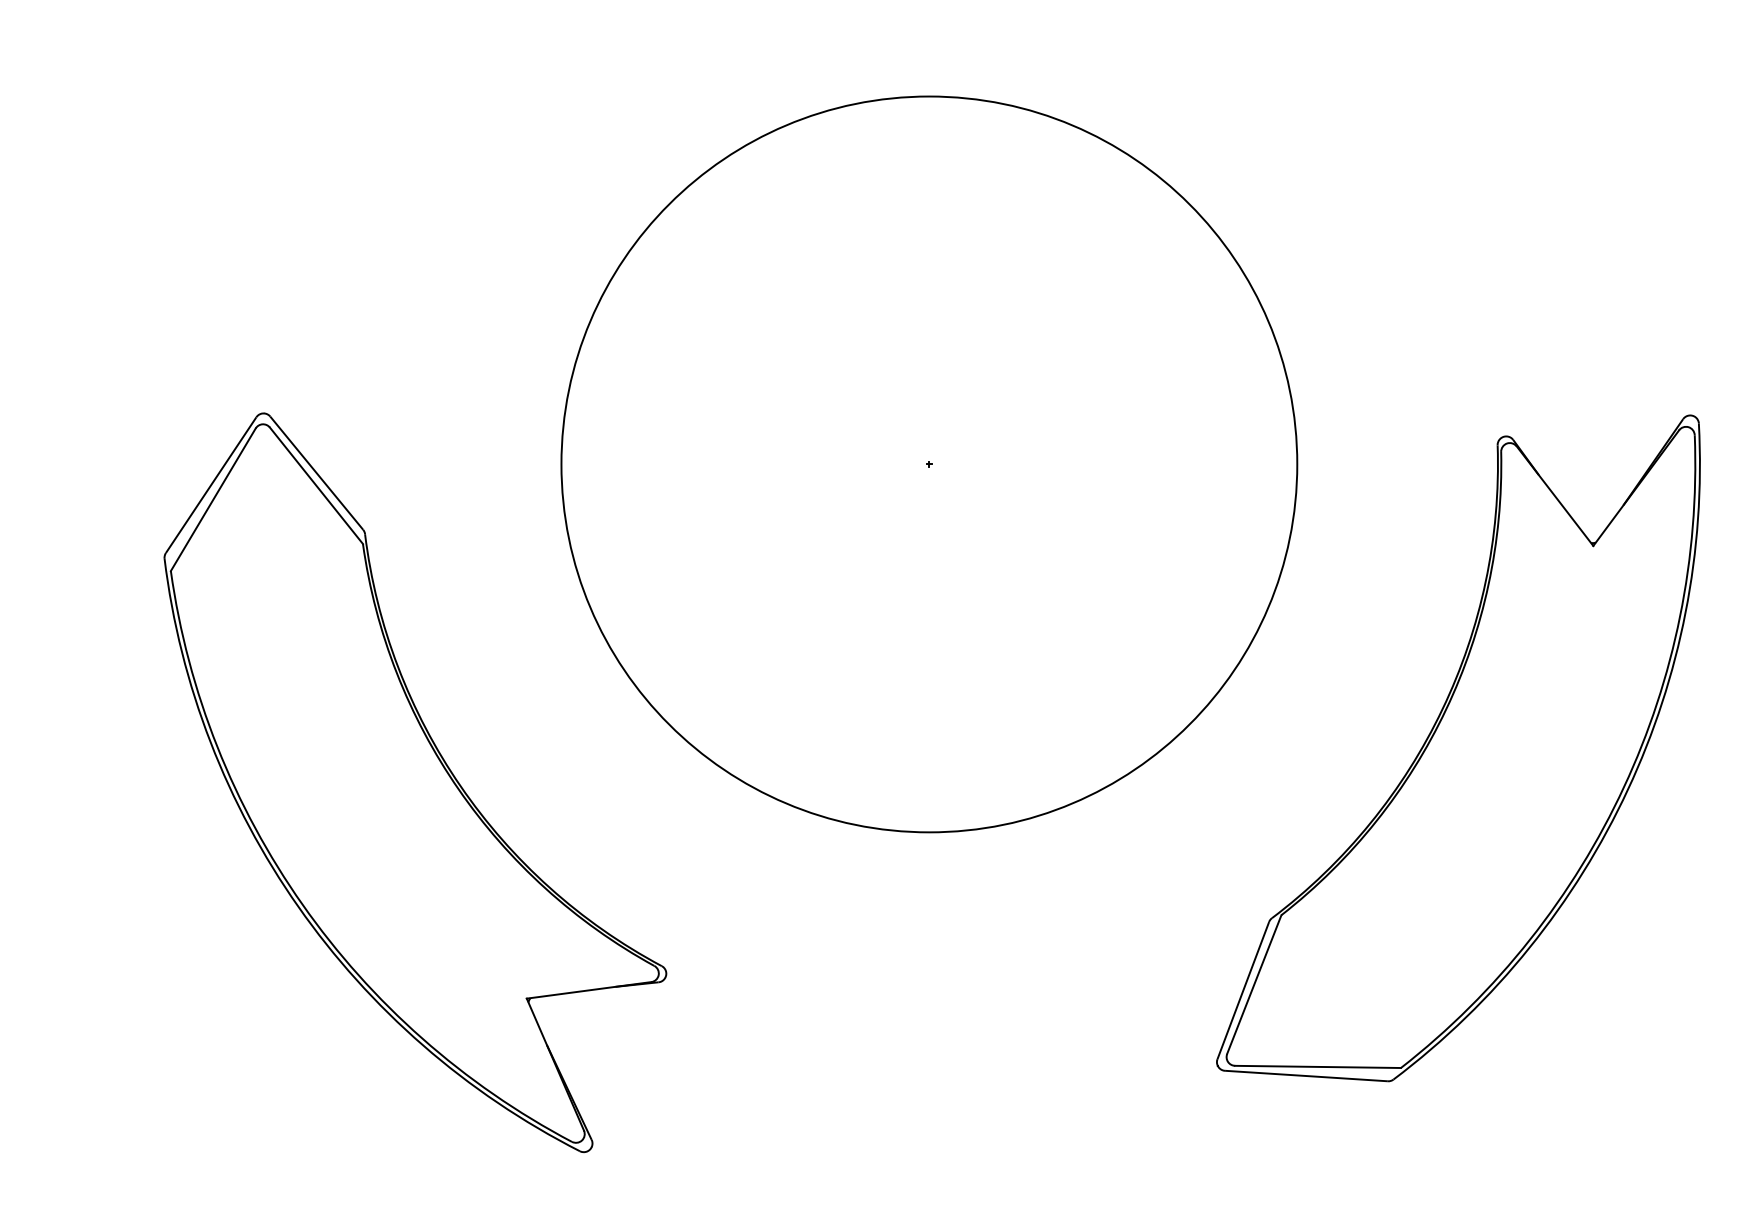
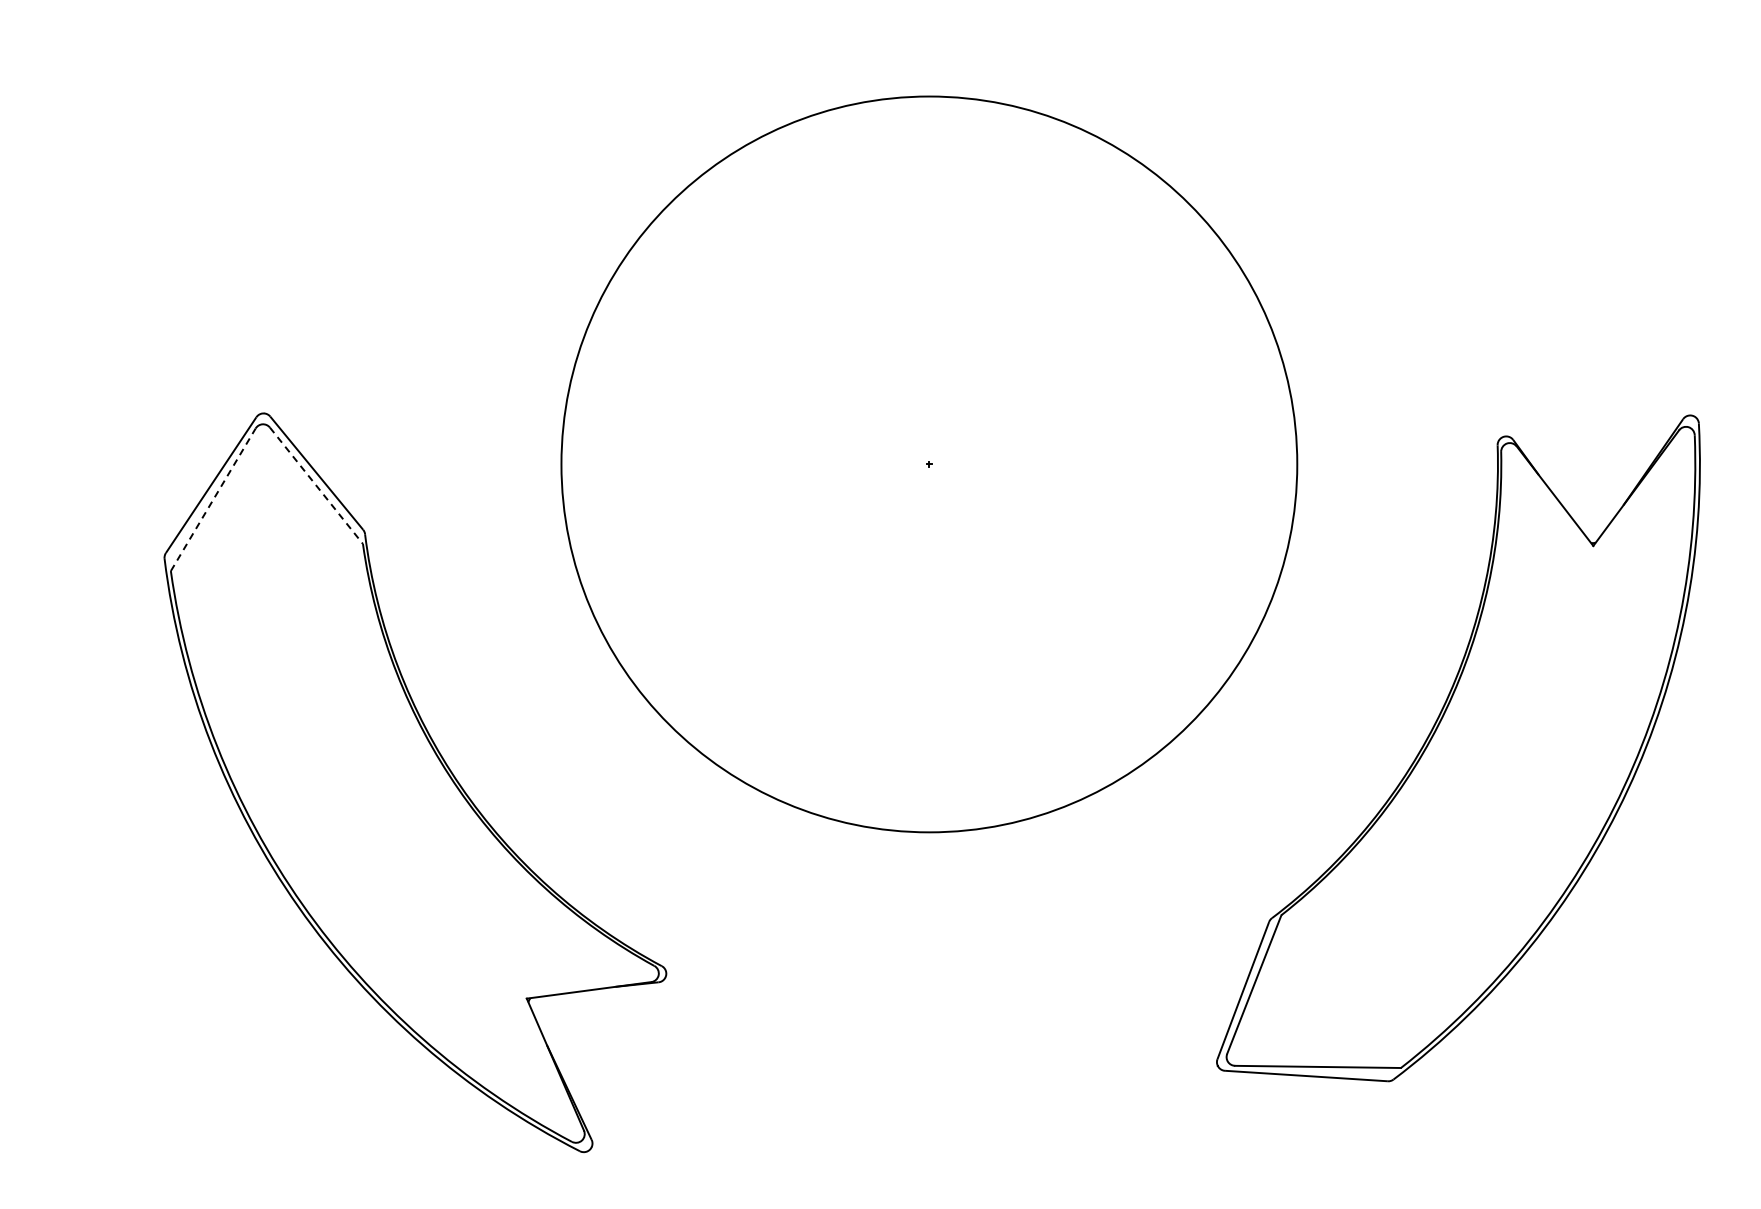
line at (316, 485): solid -> dashed
line at (213, 499): solid -> dashed
